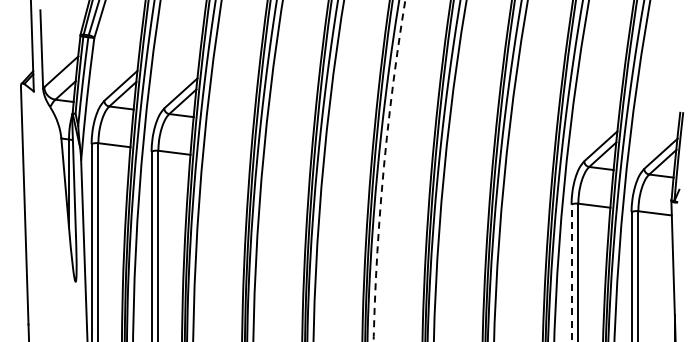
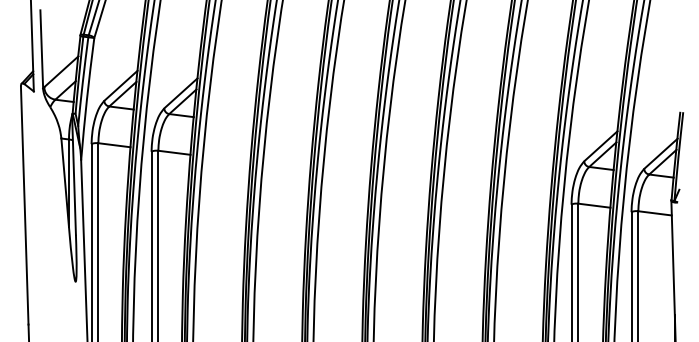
arc at (383, 171): dashed -> solid
line at (571, 272): dashed -> solid
